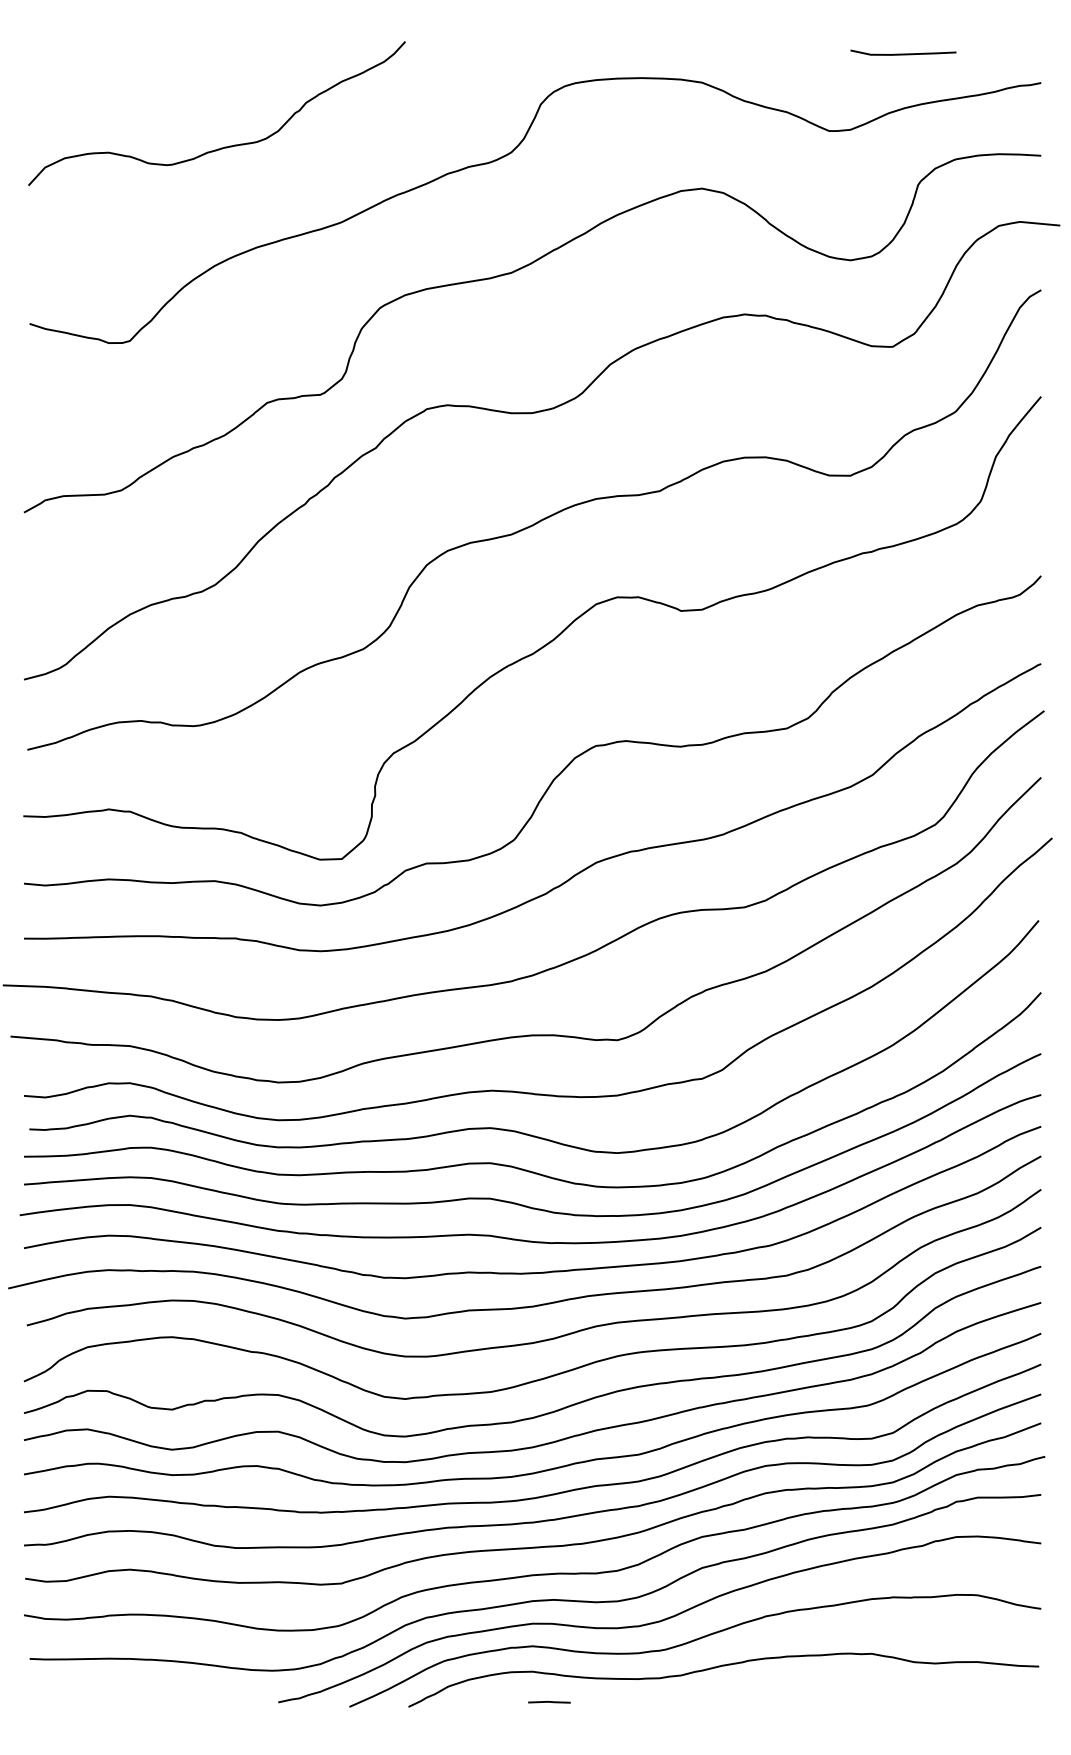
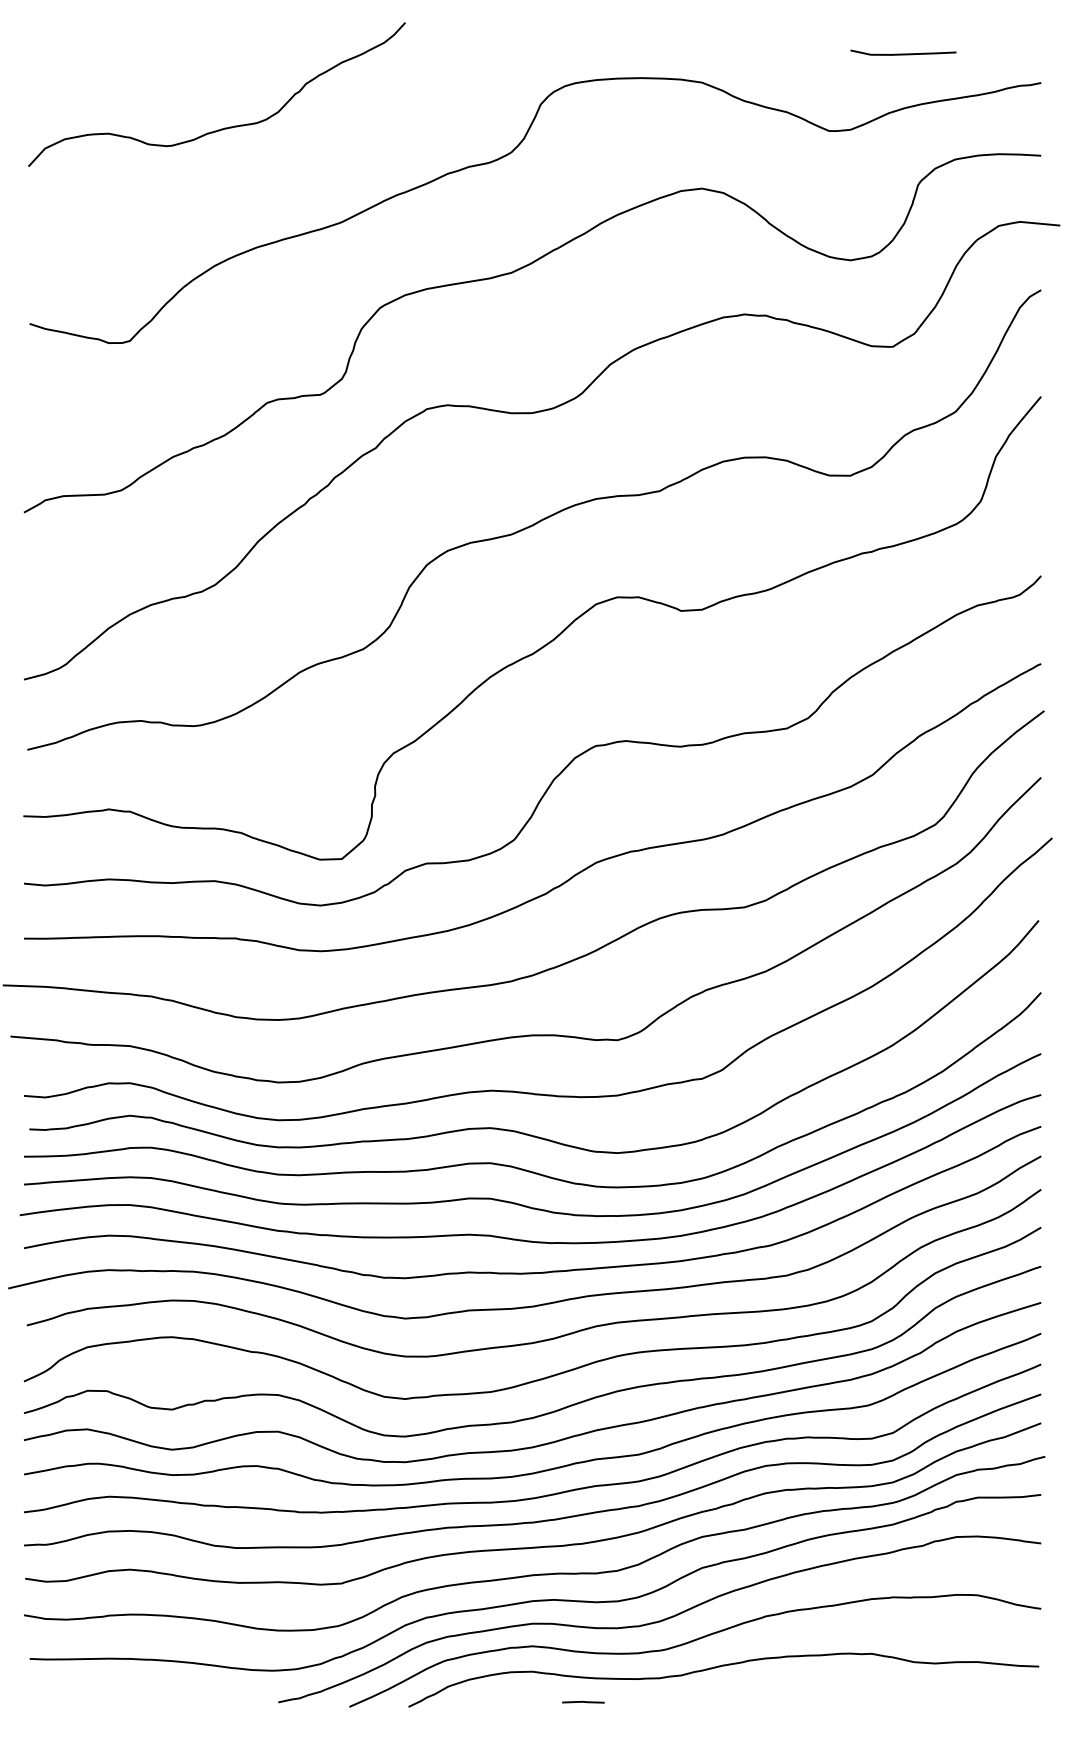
curve at (224, 146) position: (224, 146) -> (224, 127)
line at (549, 1701) position: (549, 1701) -> (583, 1701)
